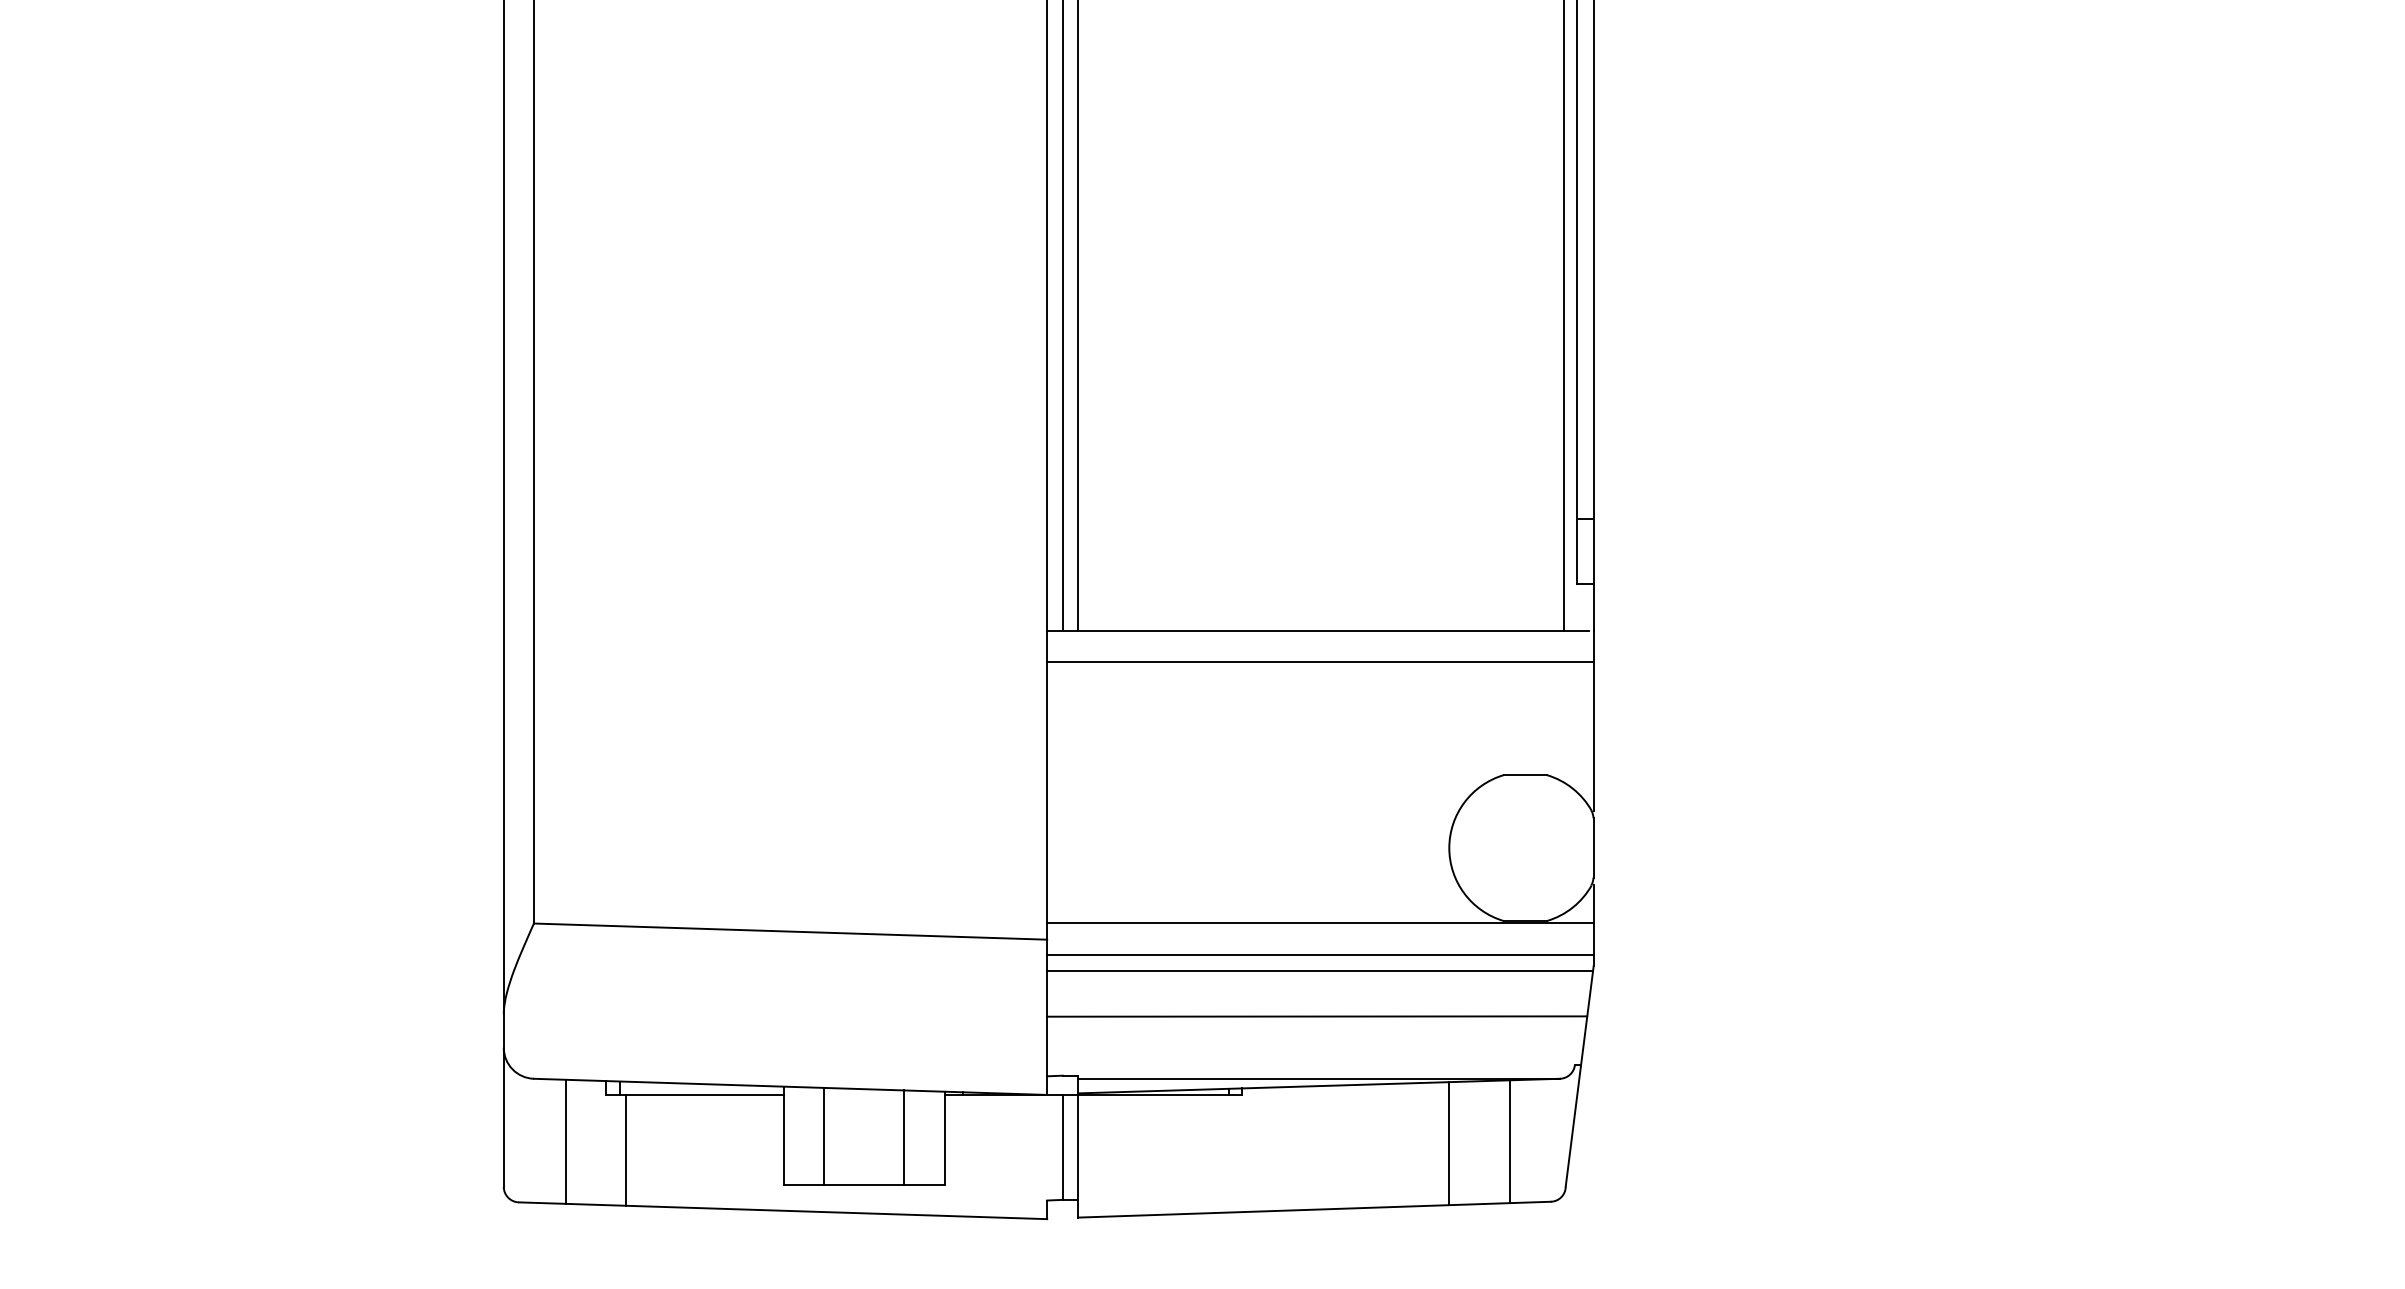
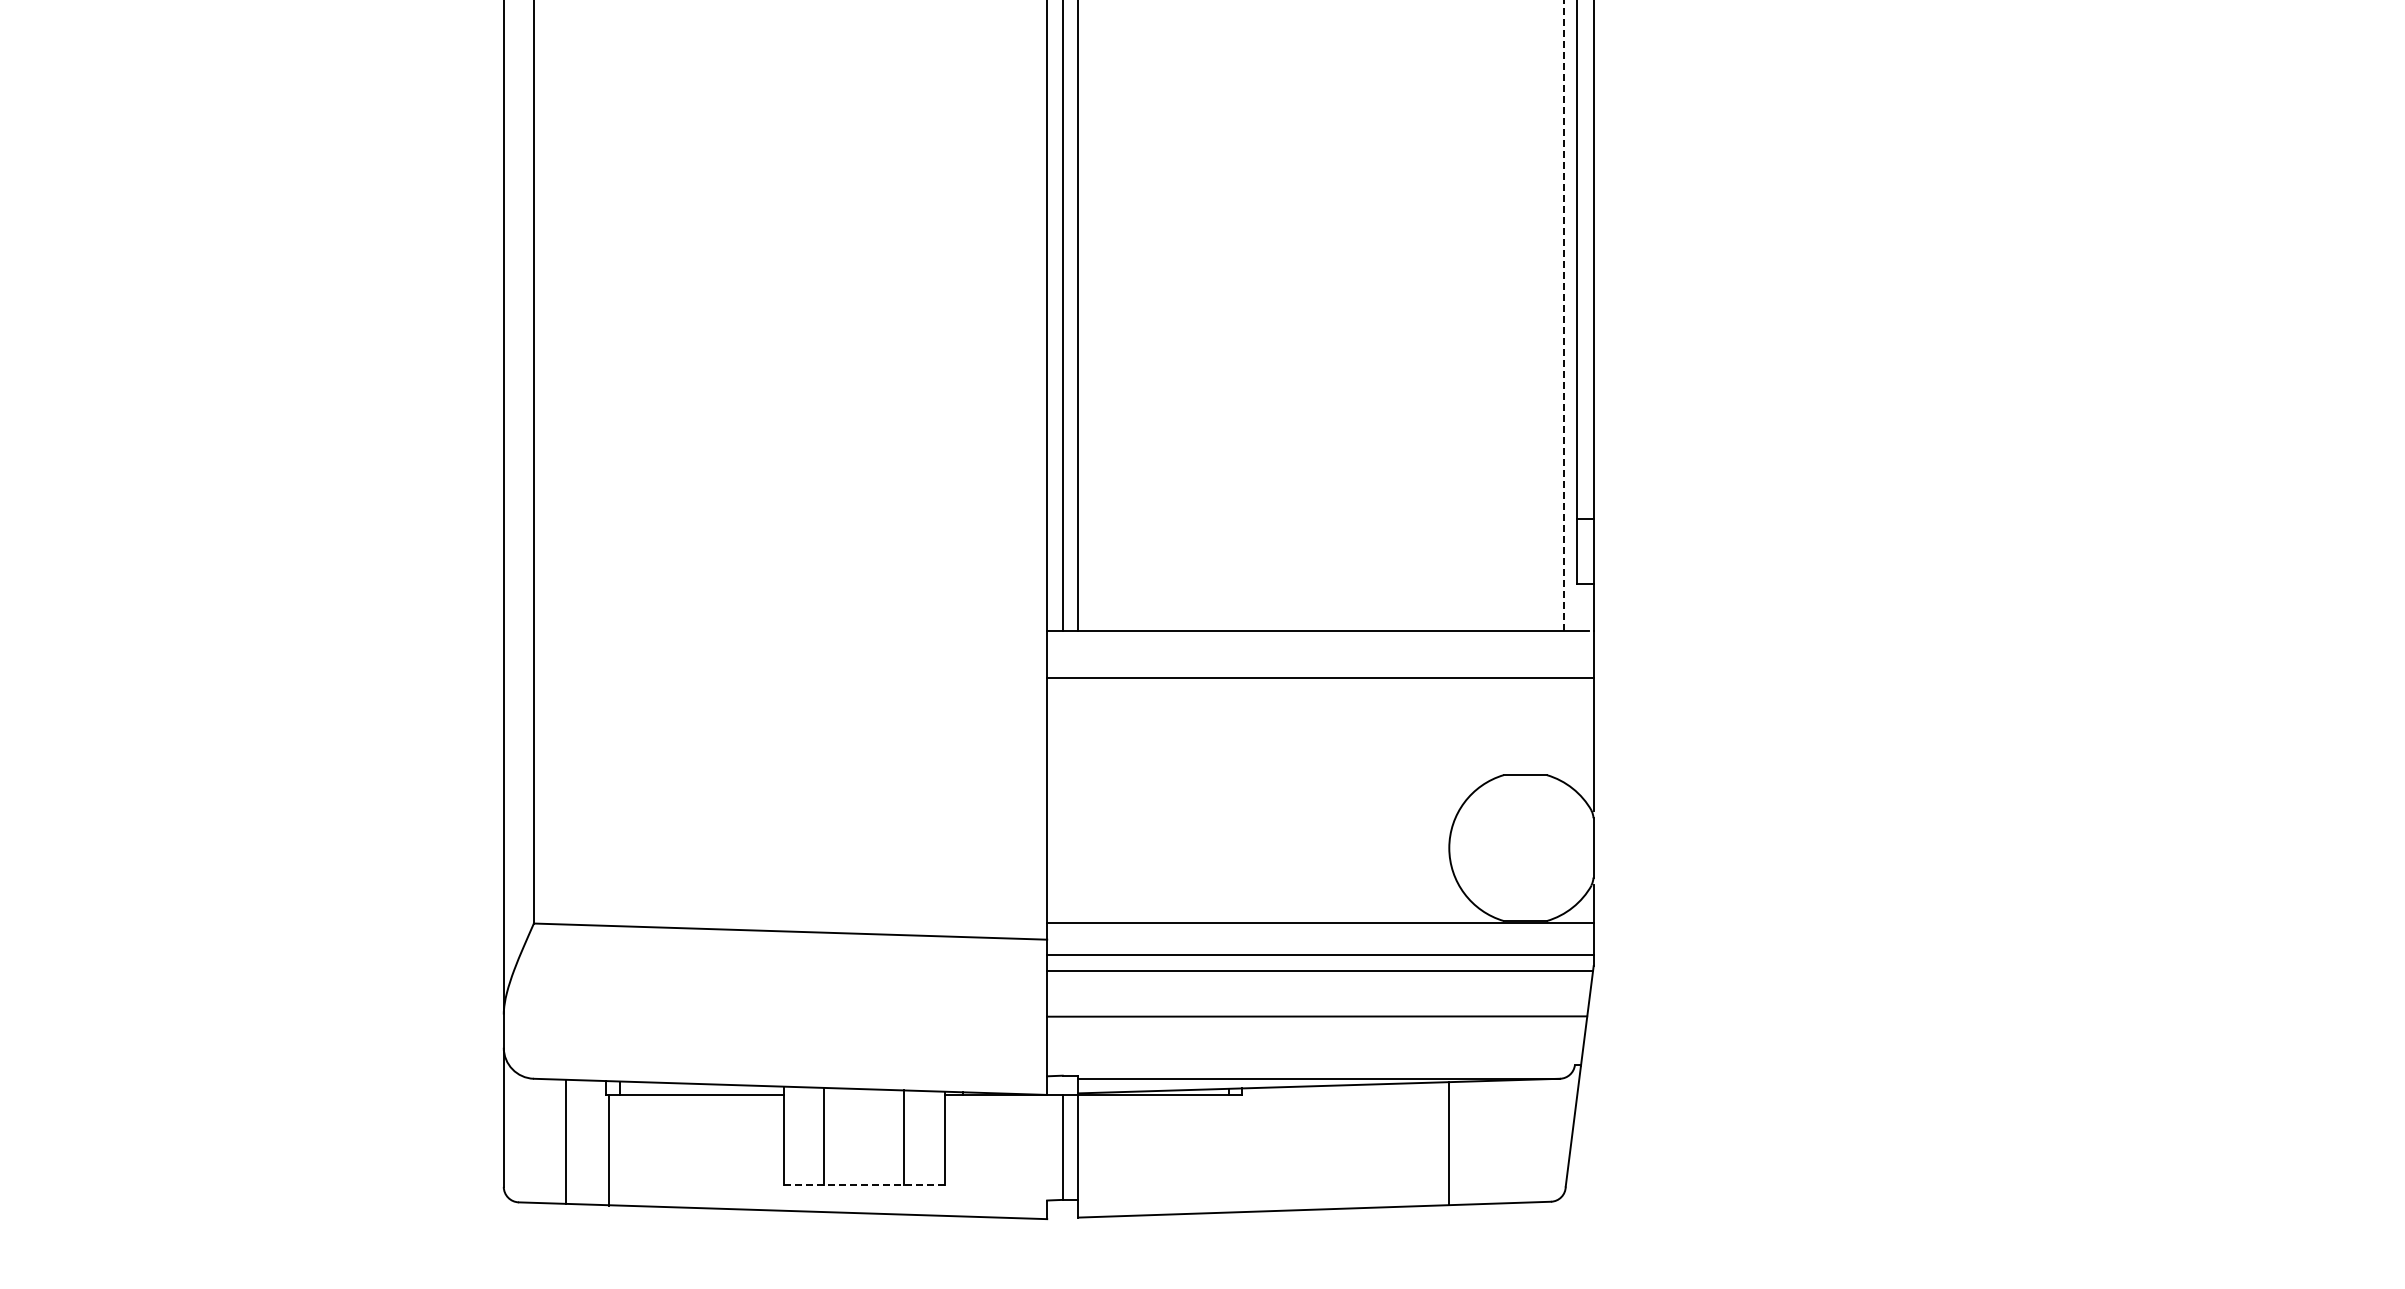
line at (1563, 315): solid -> dashed
line at (1320, 662) position: (1320, 662) -> (1320, 678)
line at (1509, 1141): present -> none
line at (626, 1149) position: (626, 1149) -> (609, 1149)
line at (864, 1184): solid -> dashed
